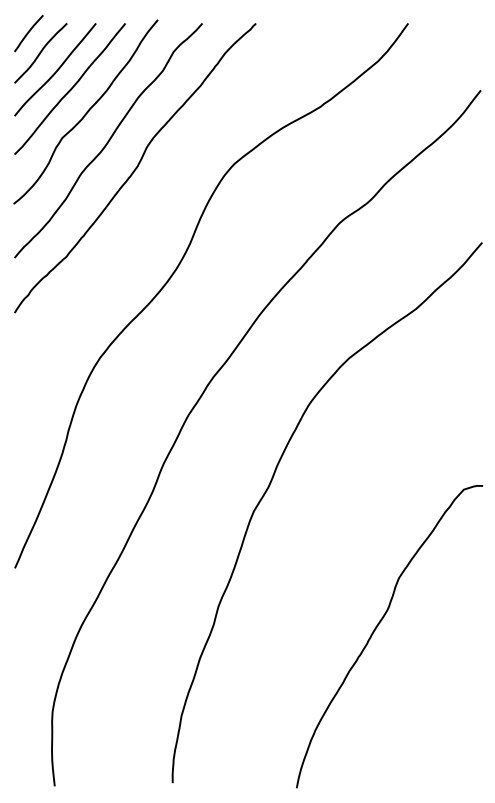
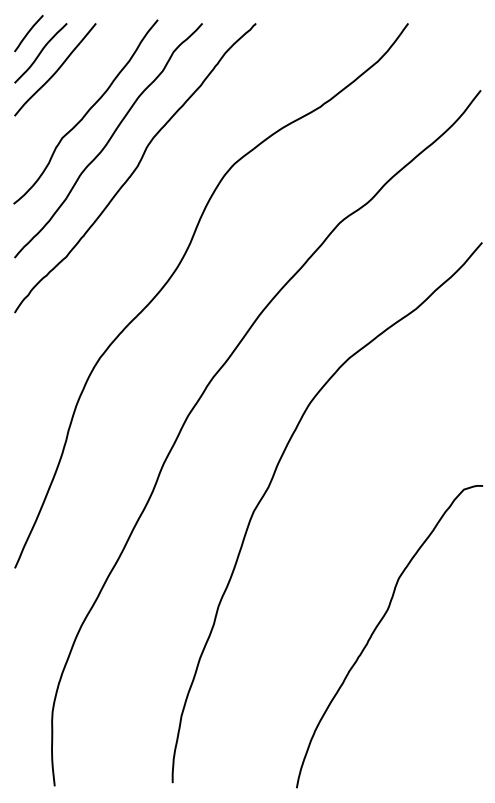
curve at (70, 88): present -> none
